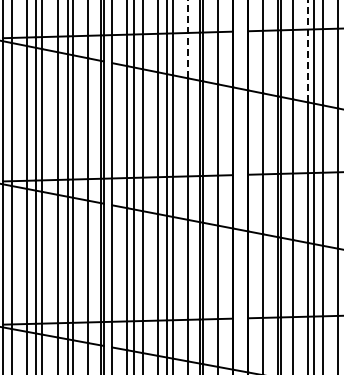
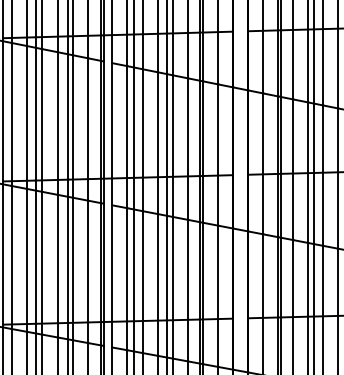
line at (188, 39): dashed -> solid
line at (308, 51): dashed -> solid
